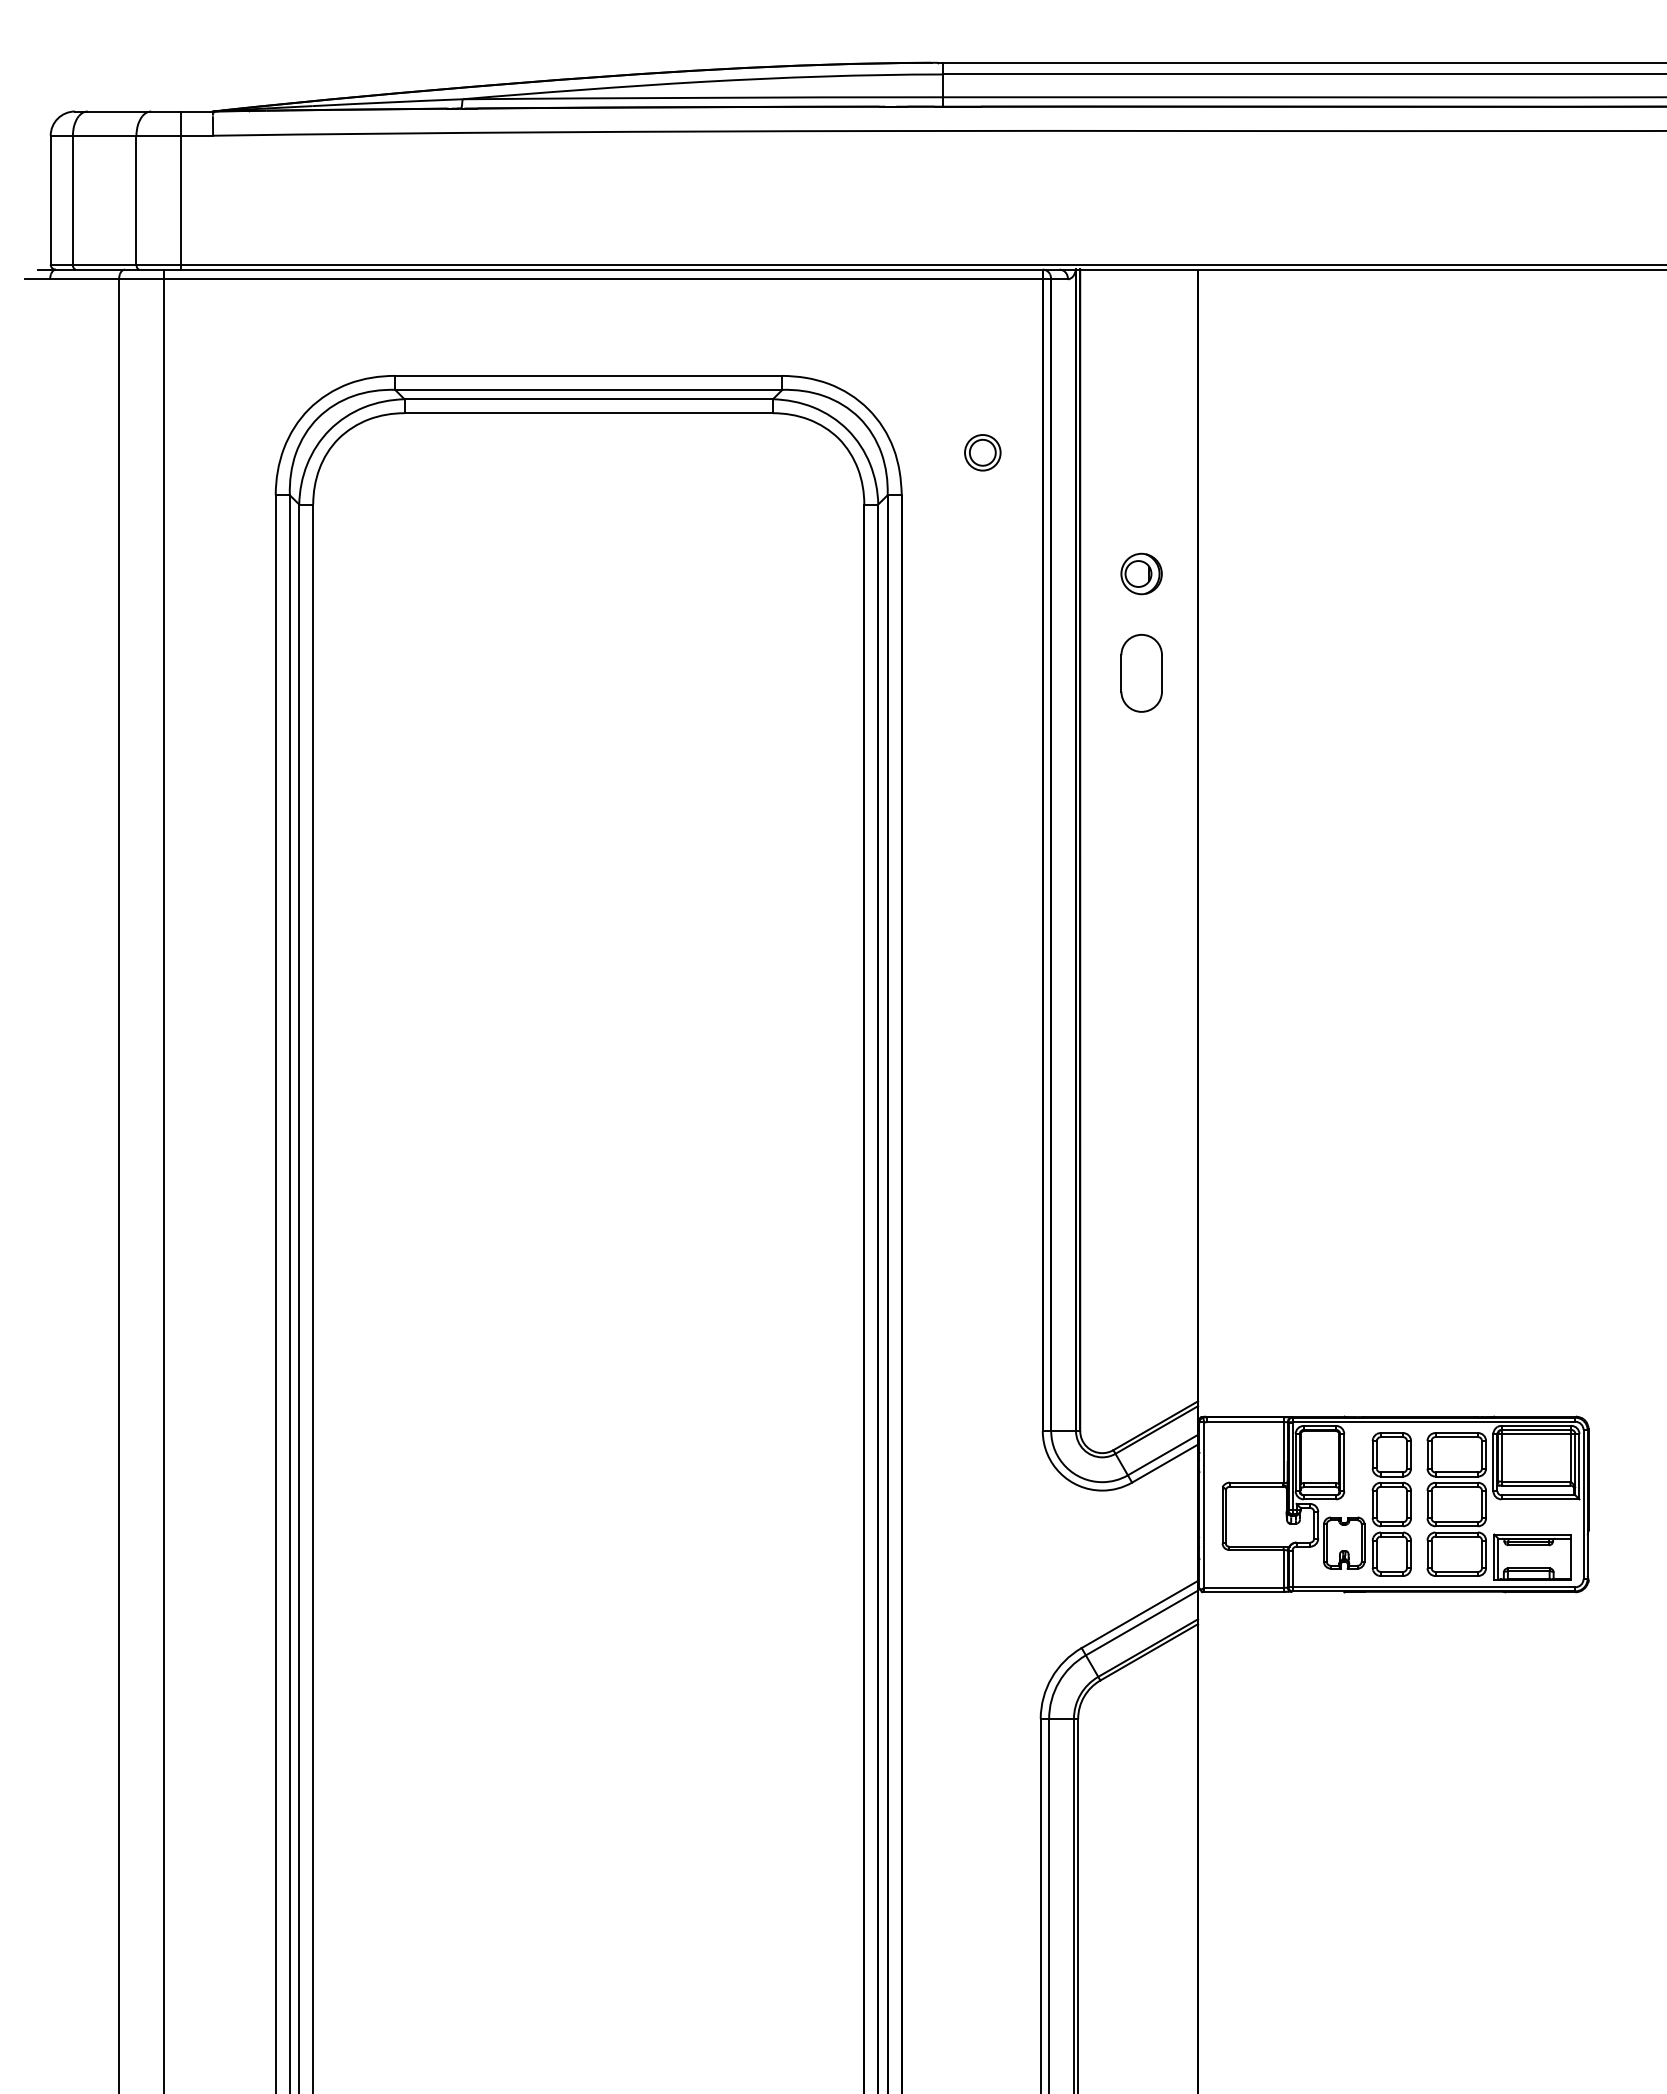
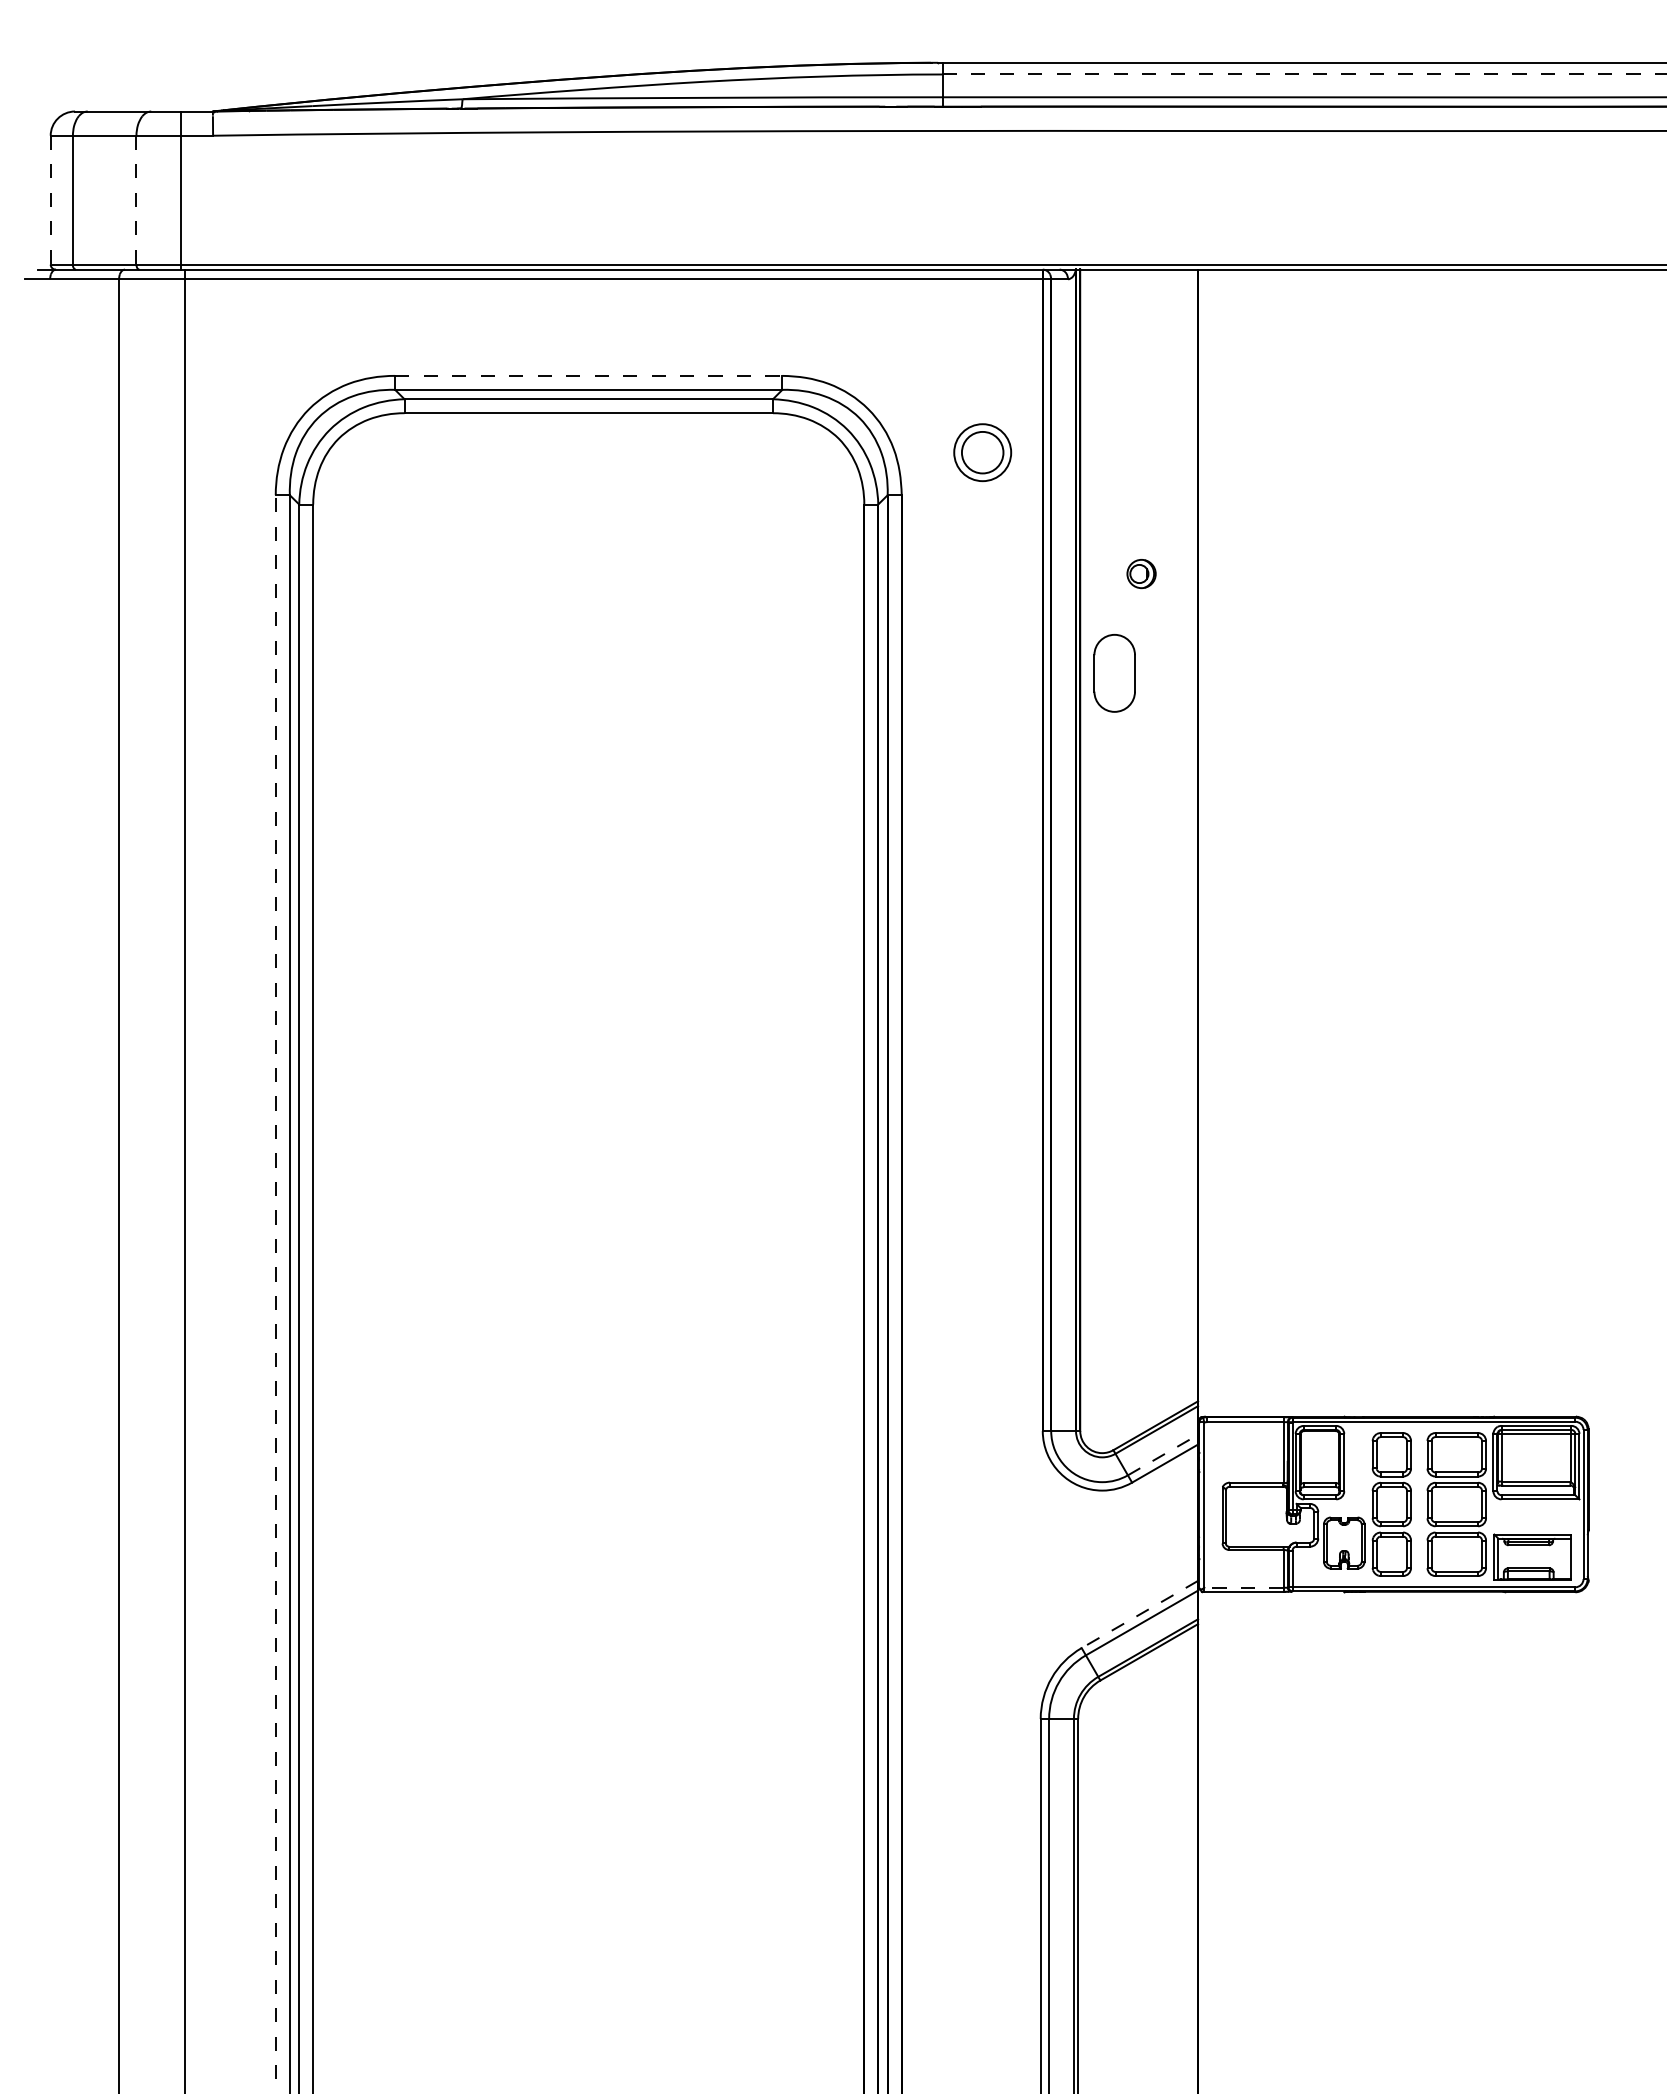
line at (1304, 74): solid -> dashed
line at (50, 200): solid -> dashed
line at (136, 200): solid -> dashed
line at (588, 375): solid -> dashed
part at (982, 452) size: 38x38 px -> 60x60 px
part at (1141, 573) size: 43x44 px -> 31x31 px
part at (1141, 673) position: (1141, 673) -> (1114, 673)
line at (163, 1179) position: (163, 1179) -> (184, 1179)
line at (275, 1294): solid -> dashed
line at (1163, 1455): solid -> dashed
line at (1244, 1587): solid -> dashed
line at (1139, 1614): solid -> dashed
